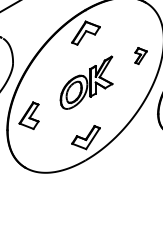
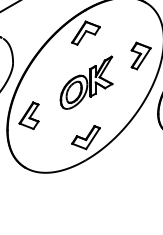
part at (140, 55) size: 14x18 px -> 22x30 px
